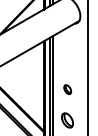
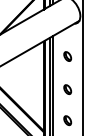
part at (67, 56): none -> present
line at (87, 67) position: (87, 67) -> (82, 67)
part at (67, 120) size: 13x17 px -> 10x12 px
